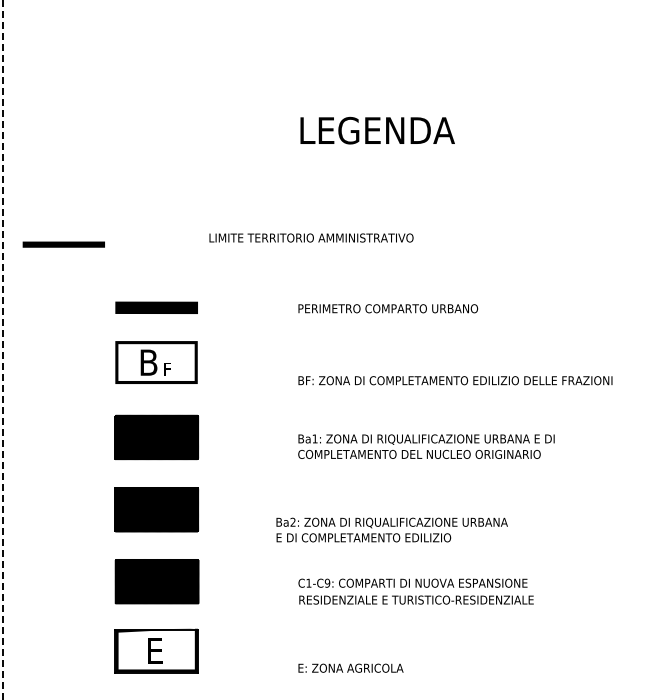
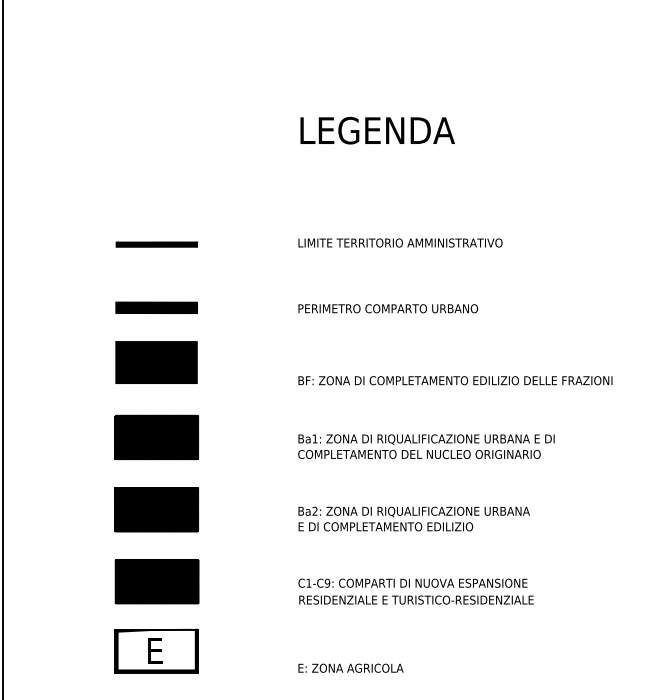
text at (311, 237) position: (311, 237) -> (400, 242)
line at (63, 244) position: (63, 244) -> (156, 244)
line at (2, 350): dashed -> solid
hatch at (156, 362): none -> present
text at (391, 529) position: (391, 529) -> (413, 518)
